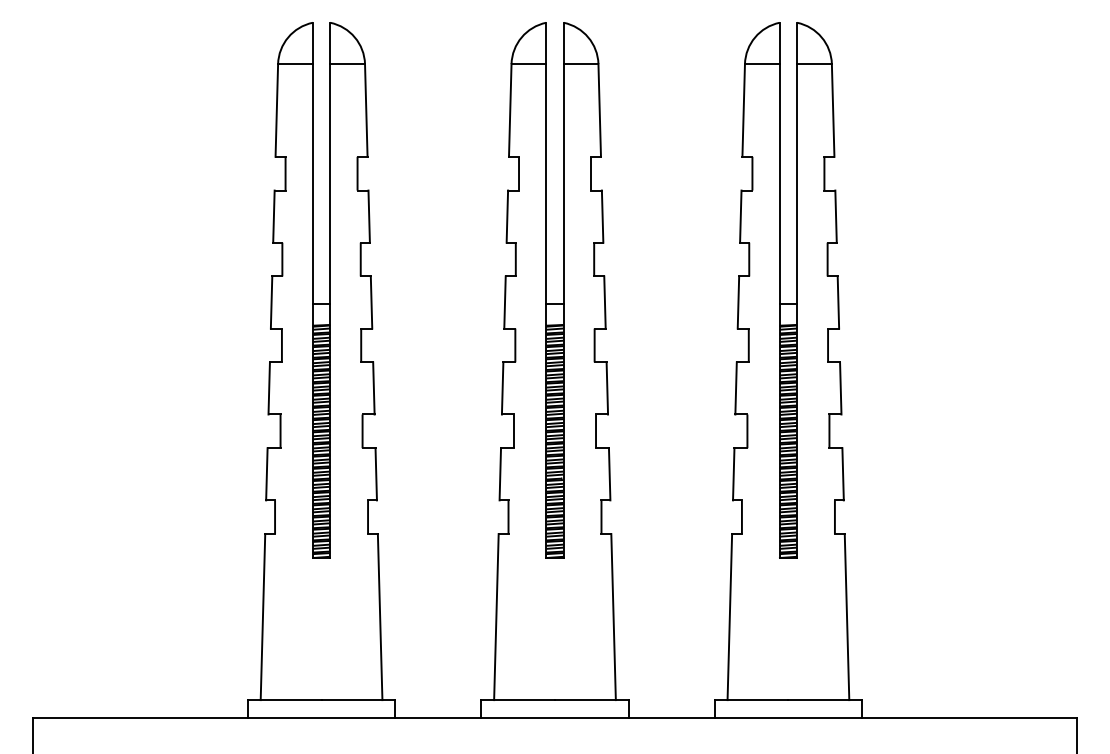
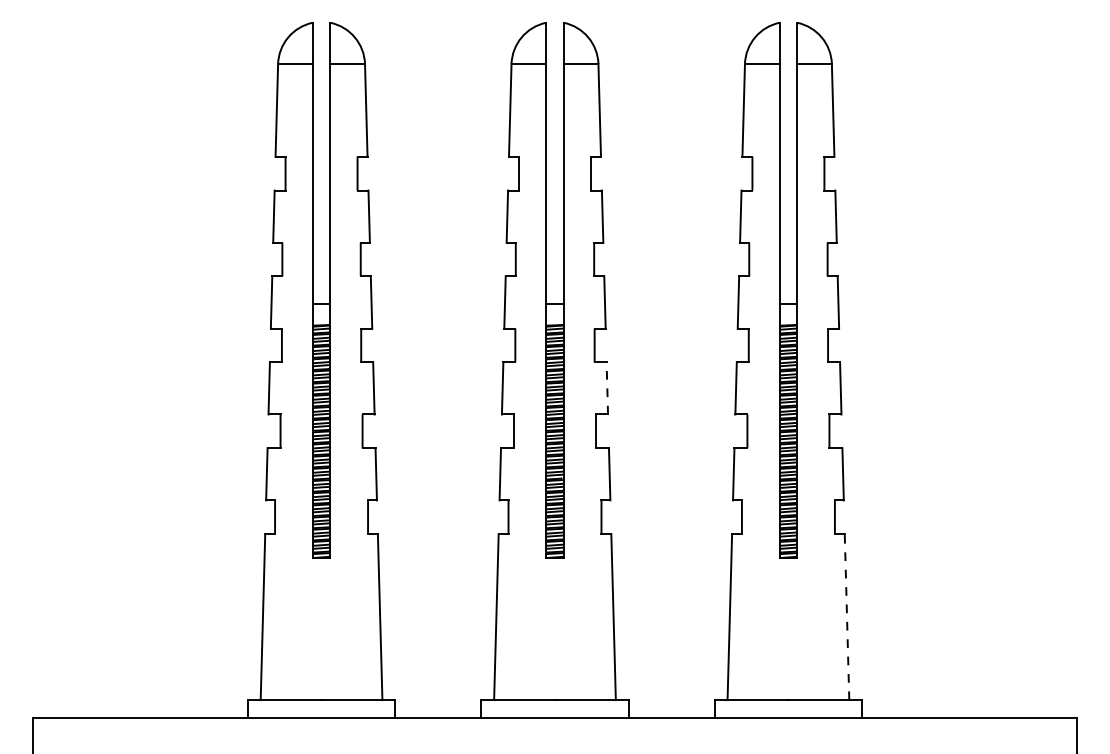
line at (607, 387): solid -> dashed
line at (847, 616): solid -> dashed
